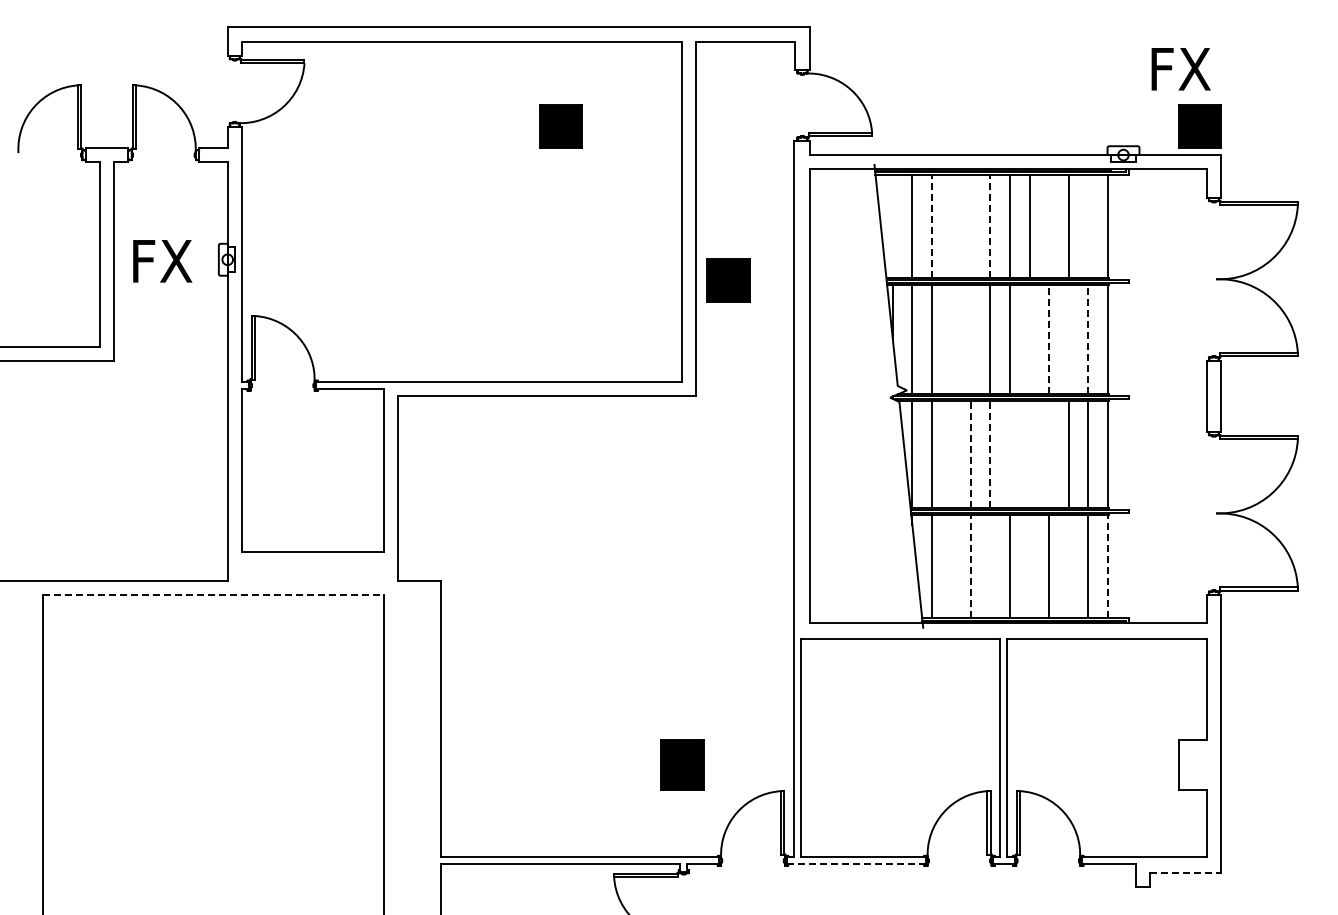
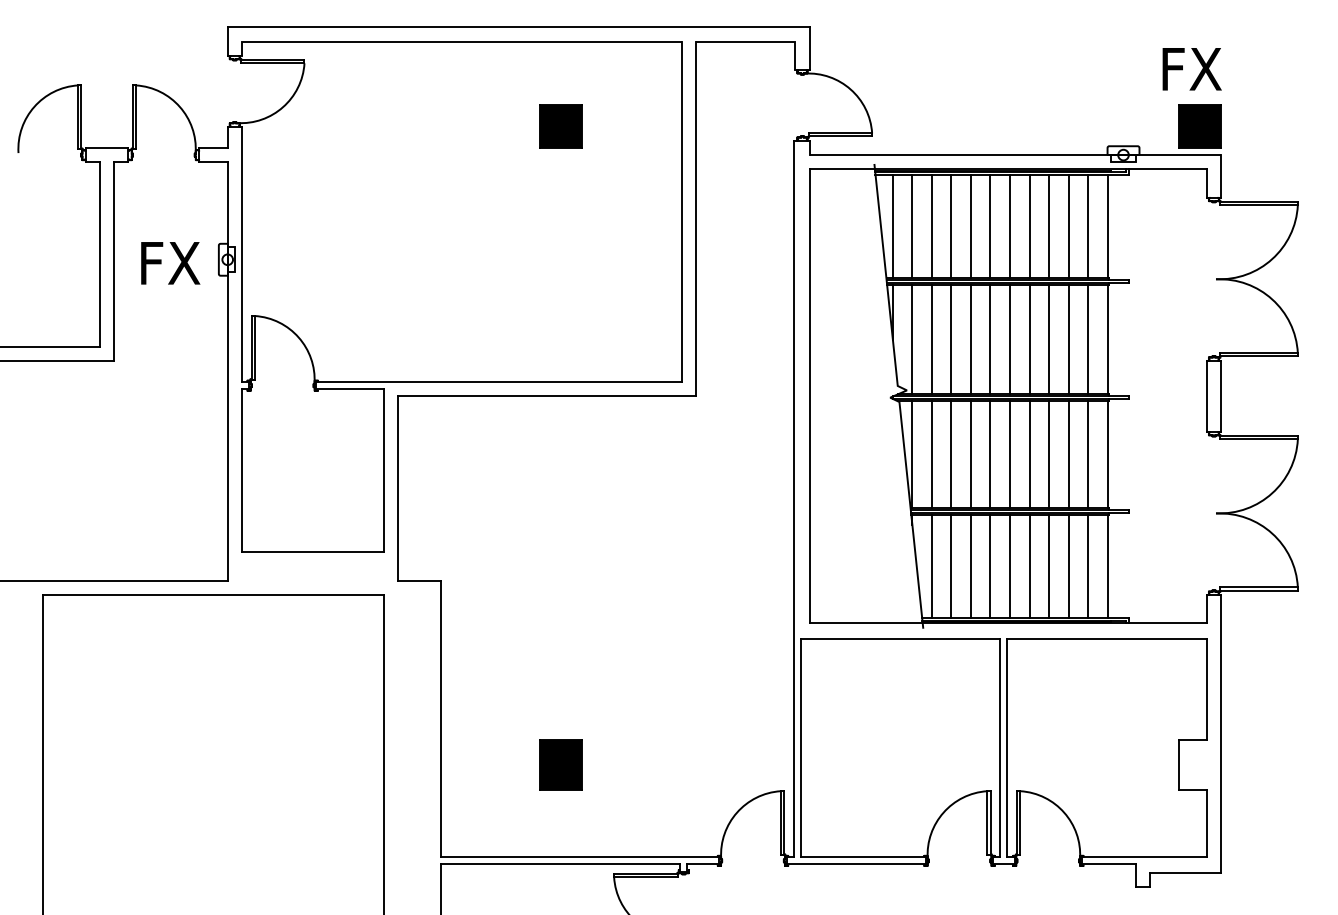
text at (1180, 69) position: (1180, 69) -> (1191, 69)
line at (892, 225): none -> present
line at (951, 225): none -> present
line at (970, 225): none -> present
line at (1049, 225): none -> present
line at (1088, 225): none -> present
line at (931, 226): dashed -> solid
line at (990, 226): dashed -> solid
text at (162, 261) position: (162, 261) -> (170, 263)
part at (727, 280): present -> none
line at (951, 339): none -> present
line at (970, 339): none -> present
line at (1029, 339): none -> present
line at (1049, 339): dashed -> solid
line at (1068, 339): none -> present
line at (1088, 339): dashed -> solid
line at (970, 453): dashed -> solid
line at (990, 453): dashed -> solid
line at (951, 454): none -> present
line at (1009, 454): none -> present
line at (1029, 454): none -> present
line at (1049, 454): none -> present
line at (951, 566): none -> present
line at (970, 566): dashed -> solid
line at (990, 566): none -> present
line at (1029, 566): none -> present
line at (1068, 566): none -> present
line at (1107, 566): dashed -> solid
line at (214, 595): dashed -> solid
part at (681, 764) position: (681, 764) -> (560, 764)
line at (856, 864): dashed -> solid
line at (1186, 873): dashed -> solid
